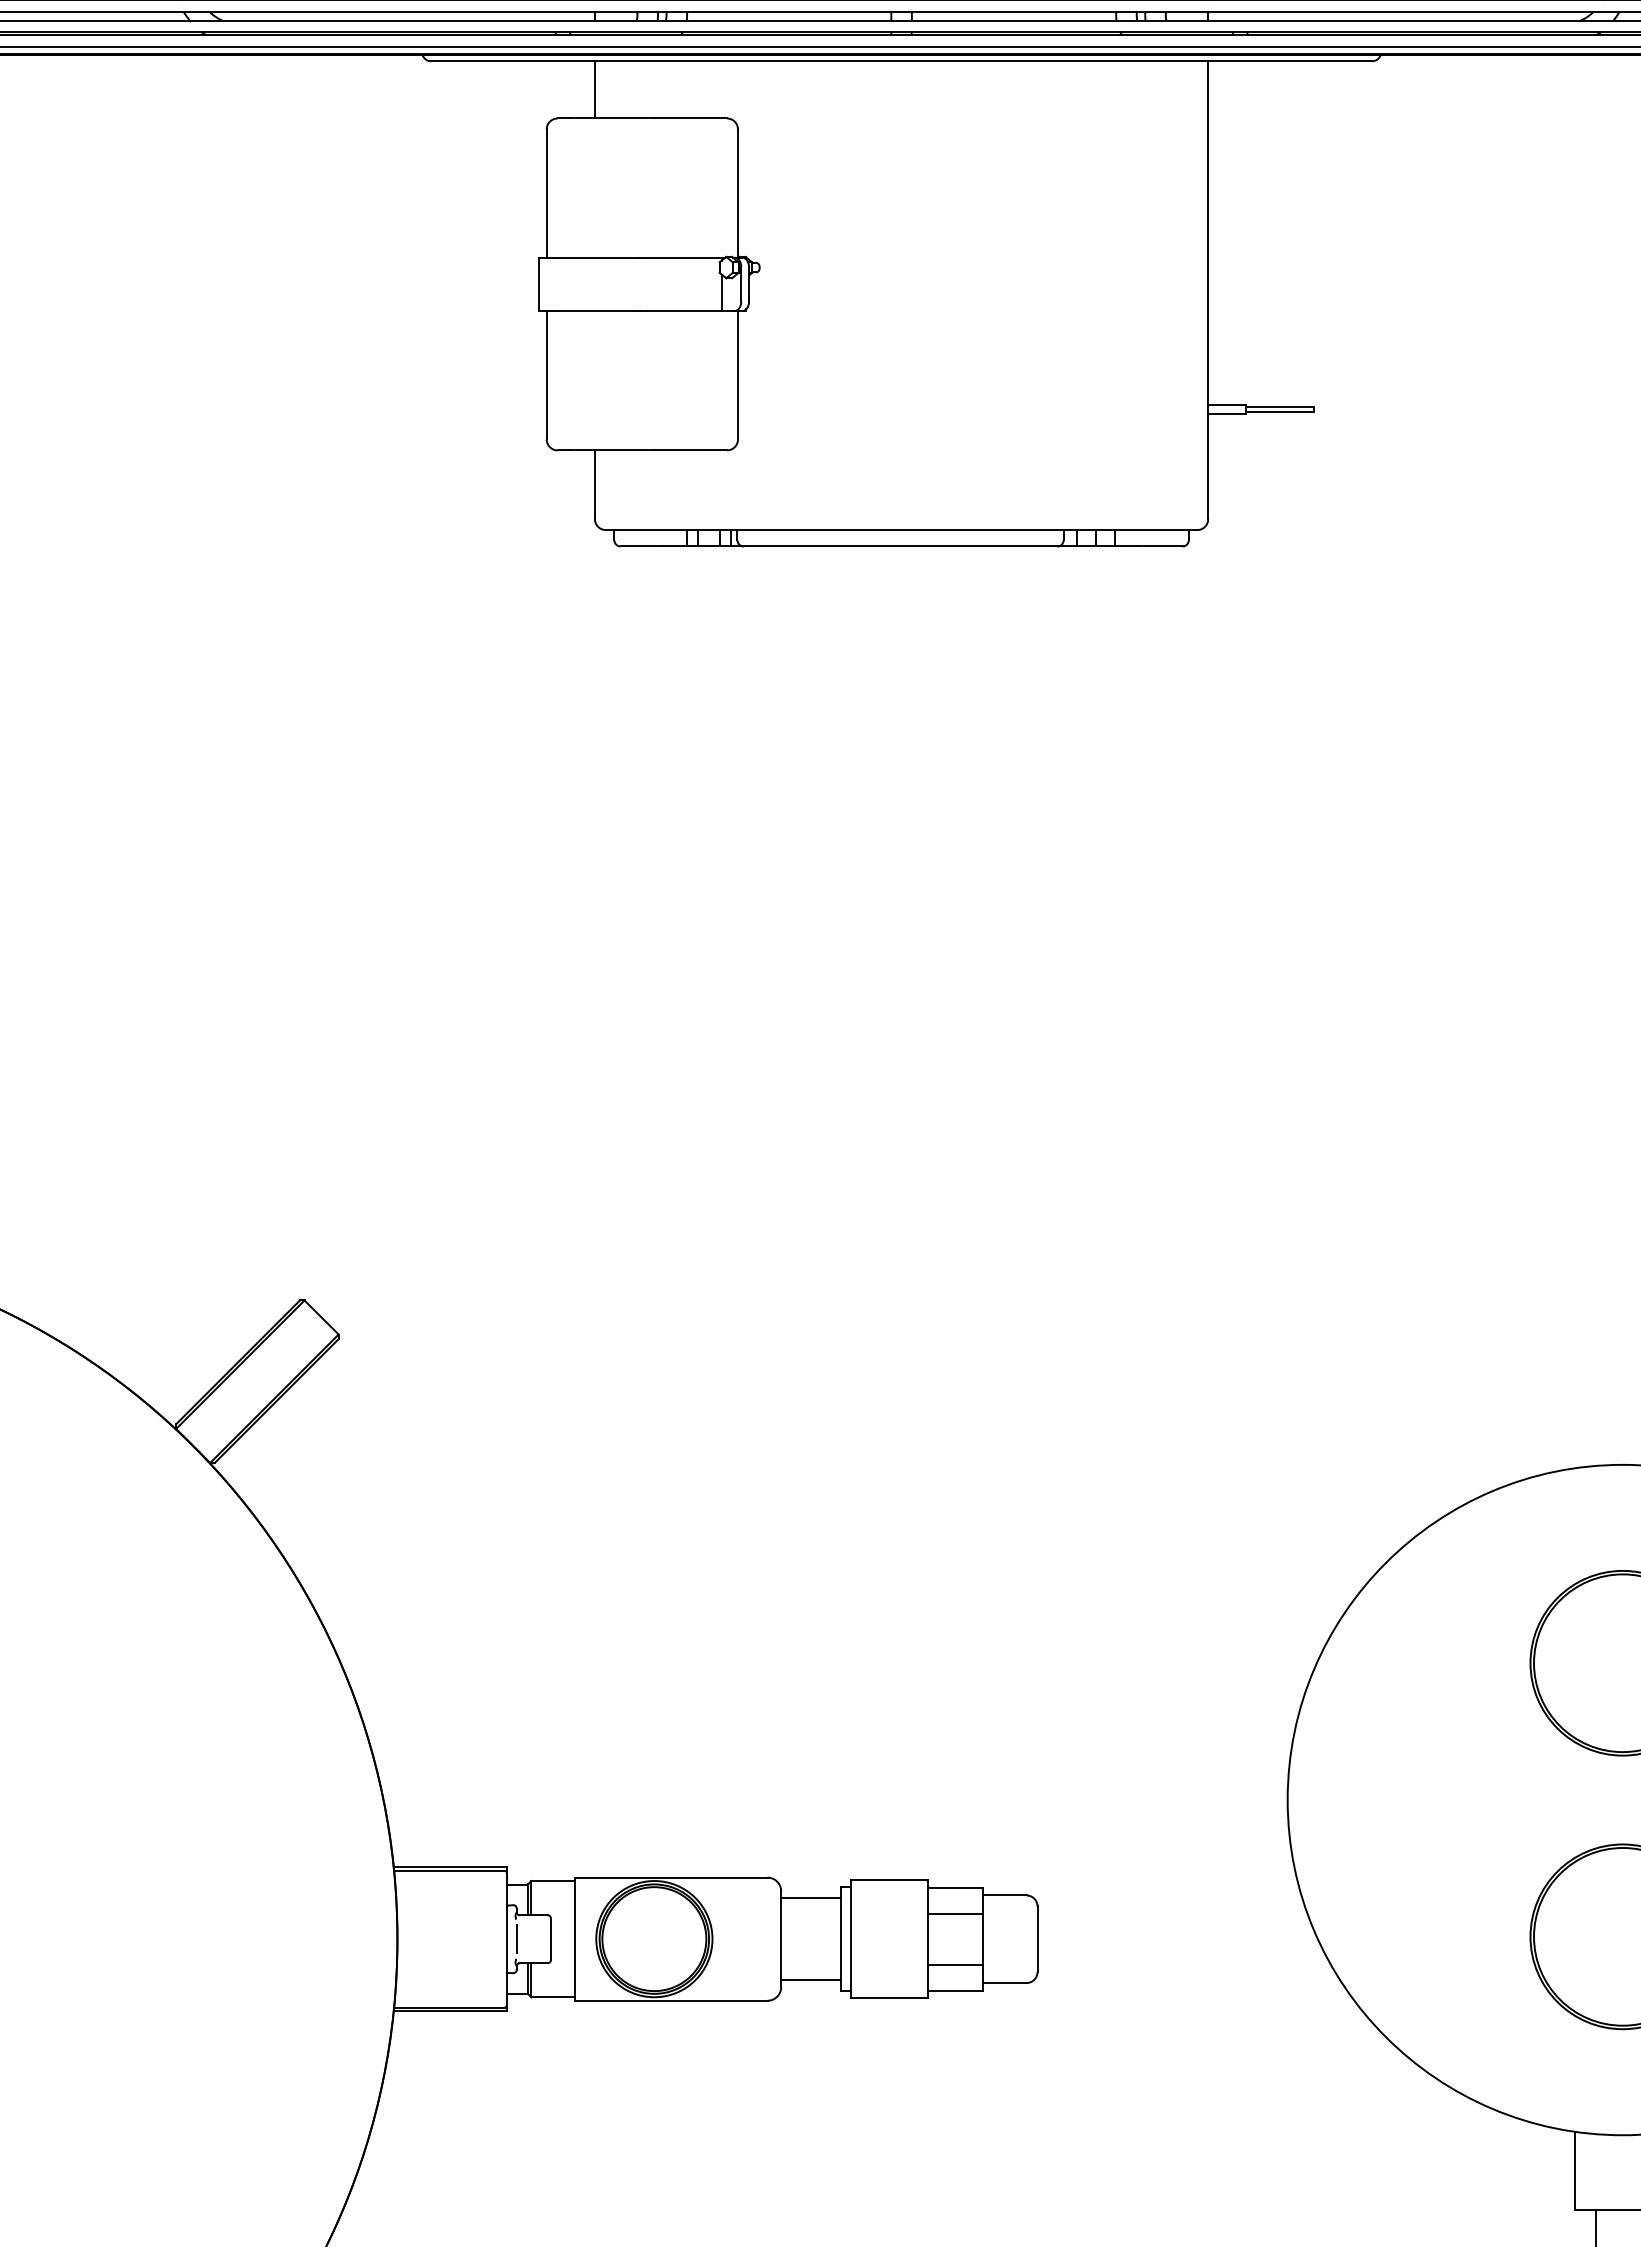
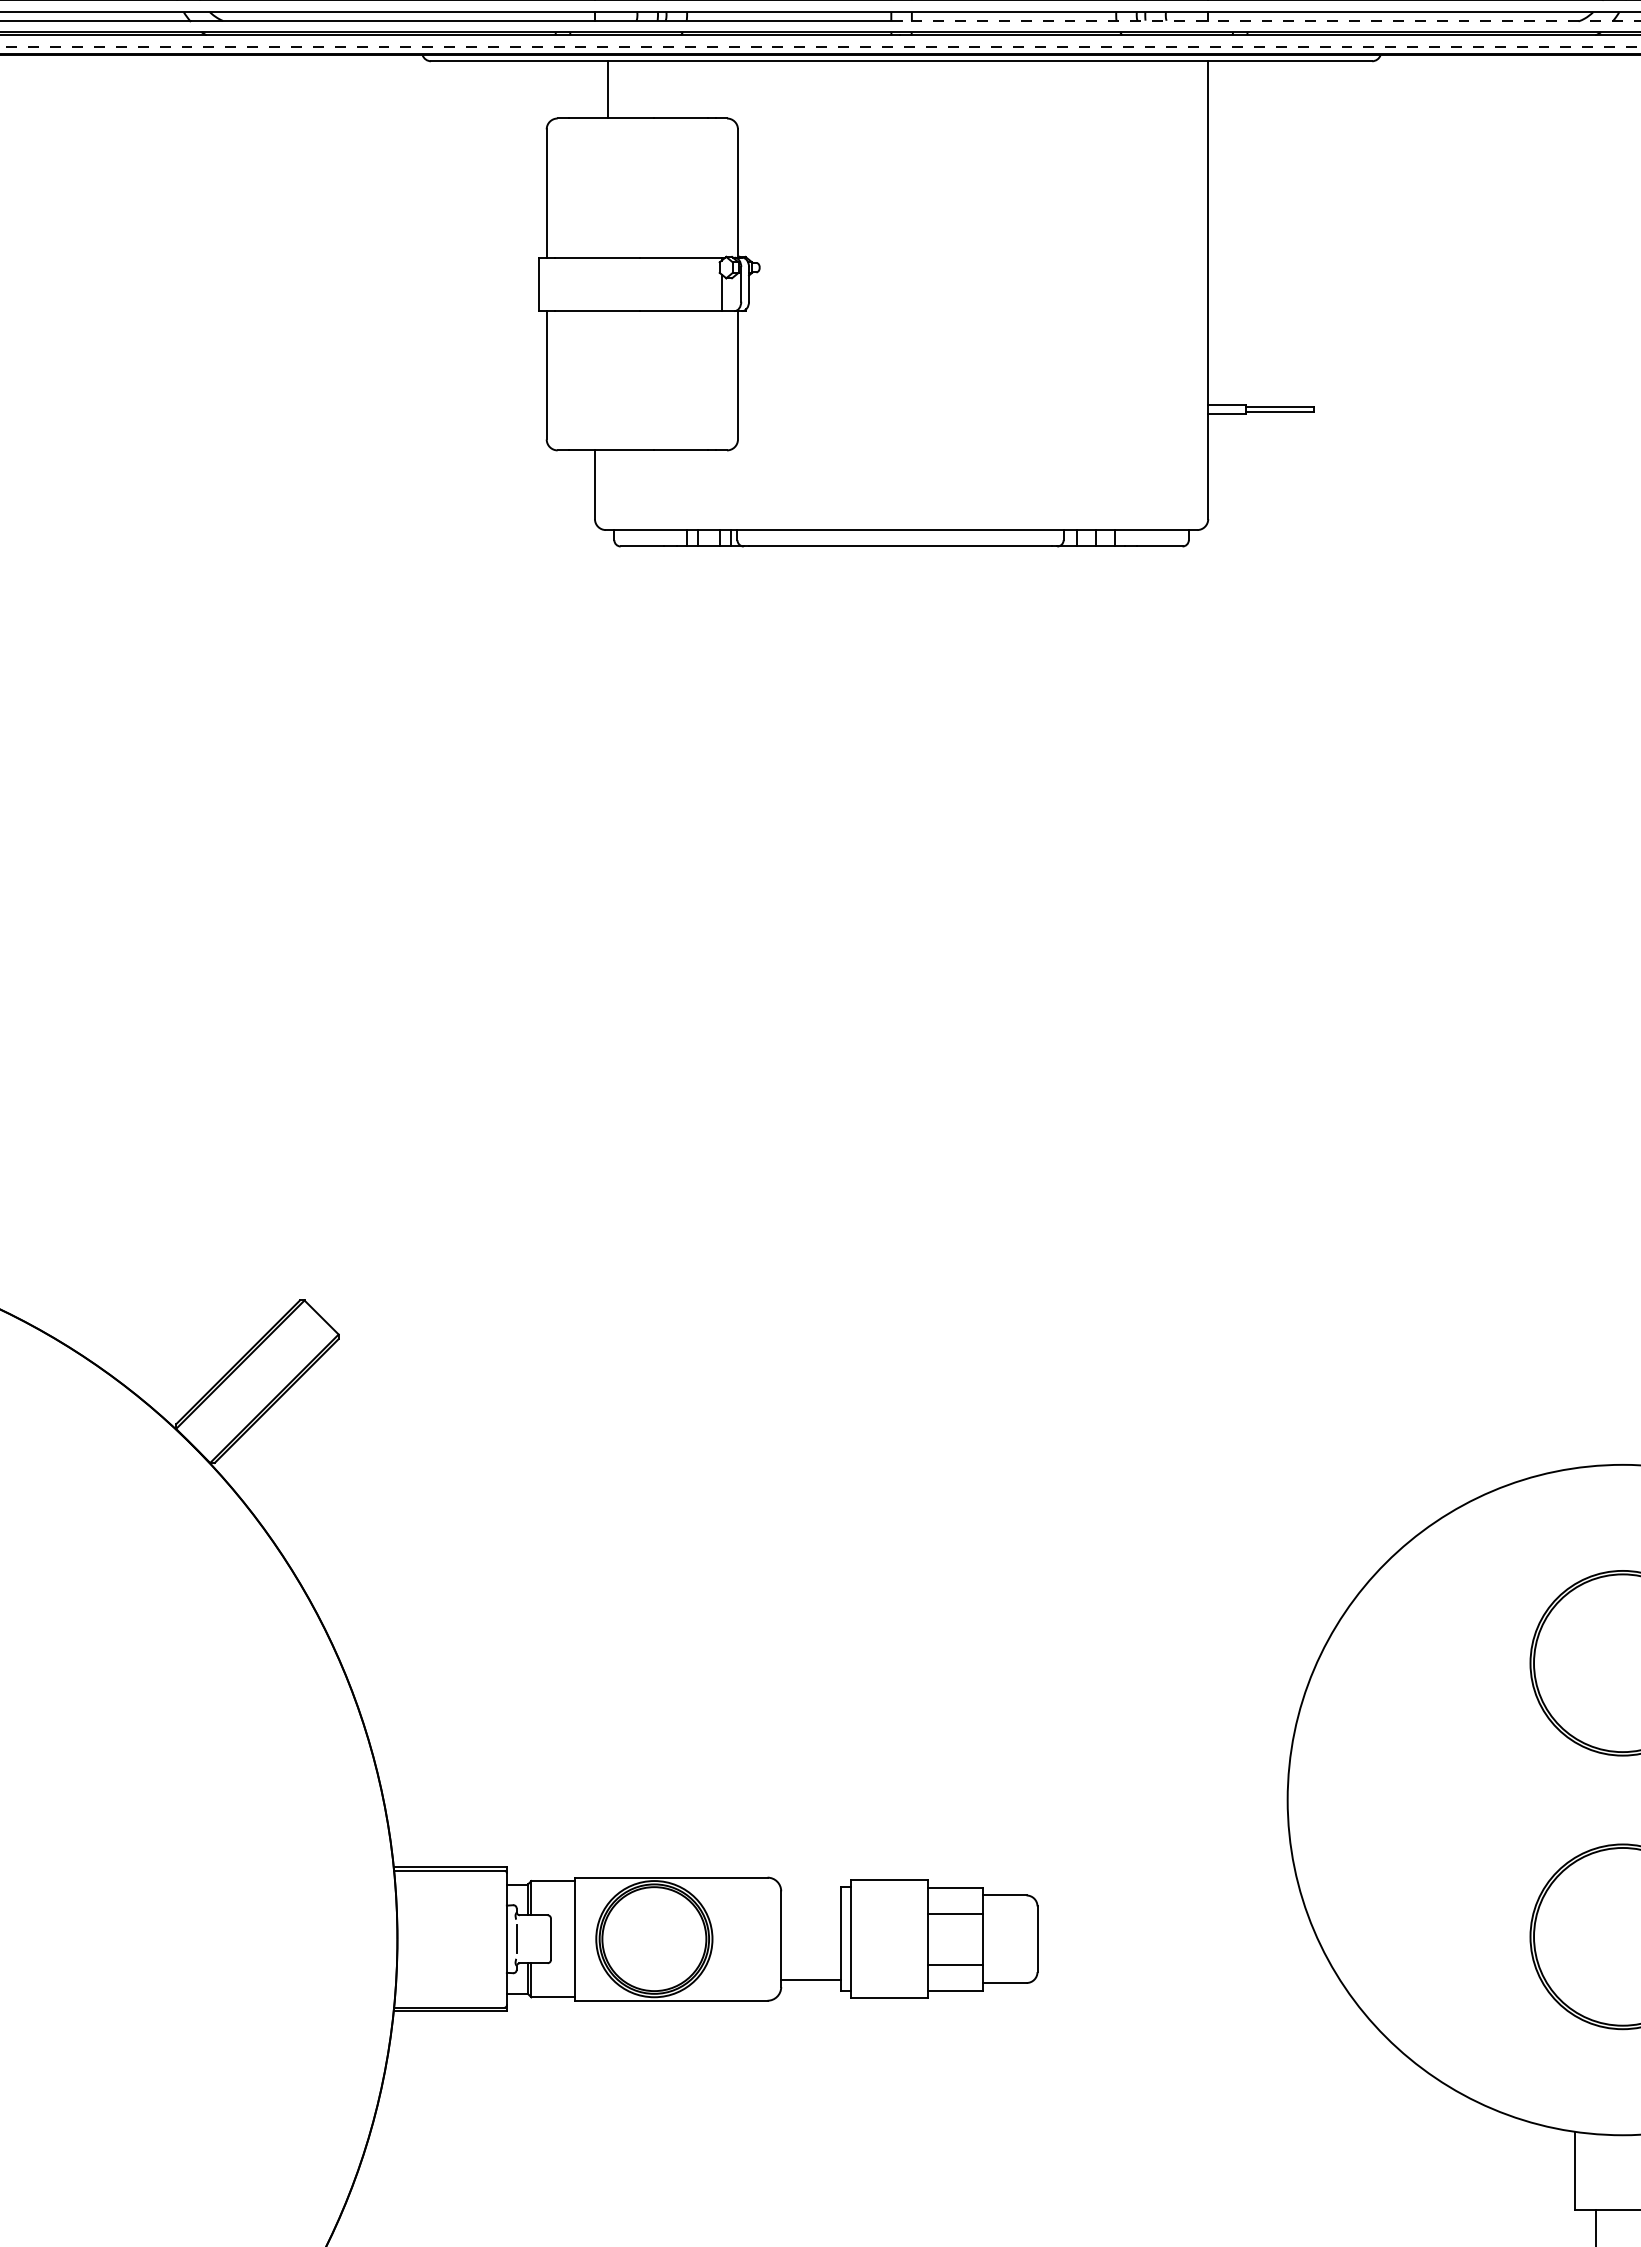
line at (1270, 20): solid -> dashed
line at (820, 46): solid -> dashed
line at (594, 89) position: (594, 89) -> (607, 89)
line at (810, 1898): present -> none
